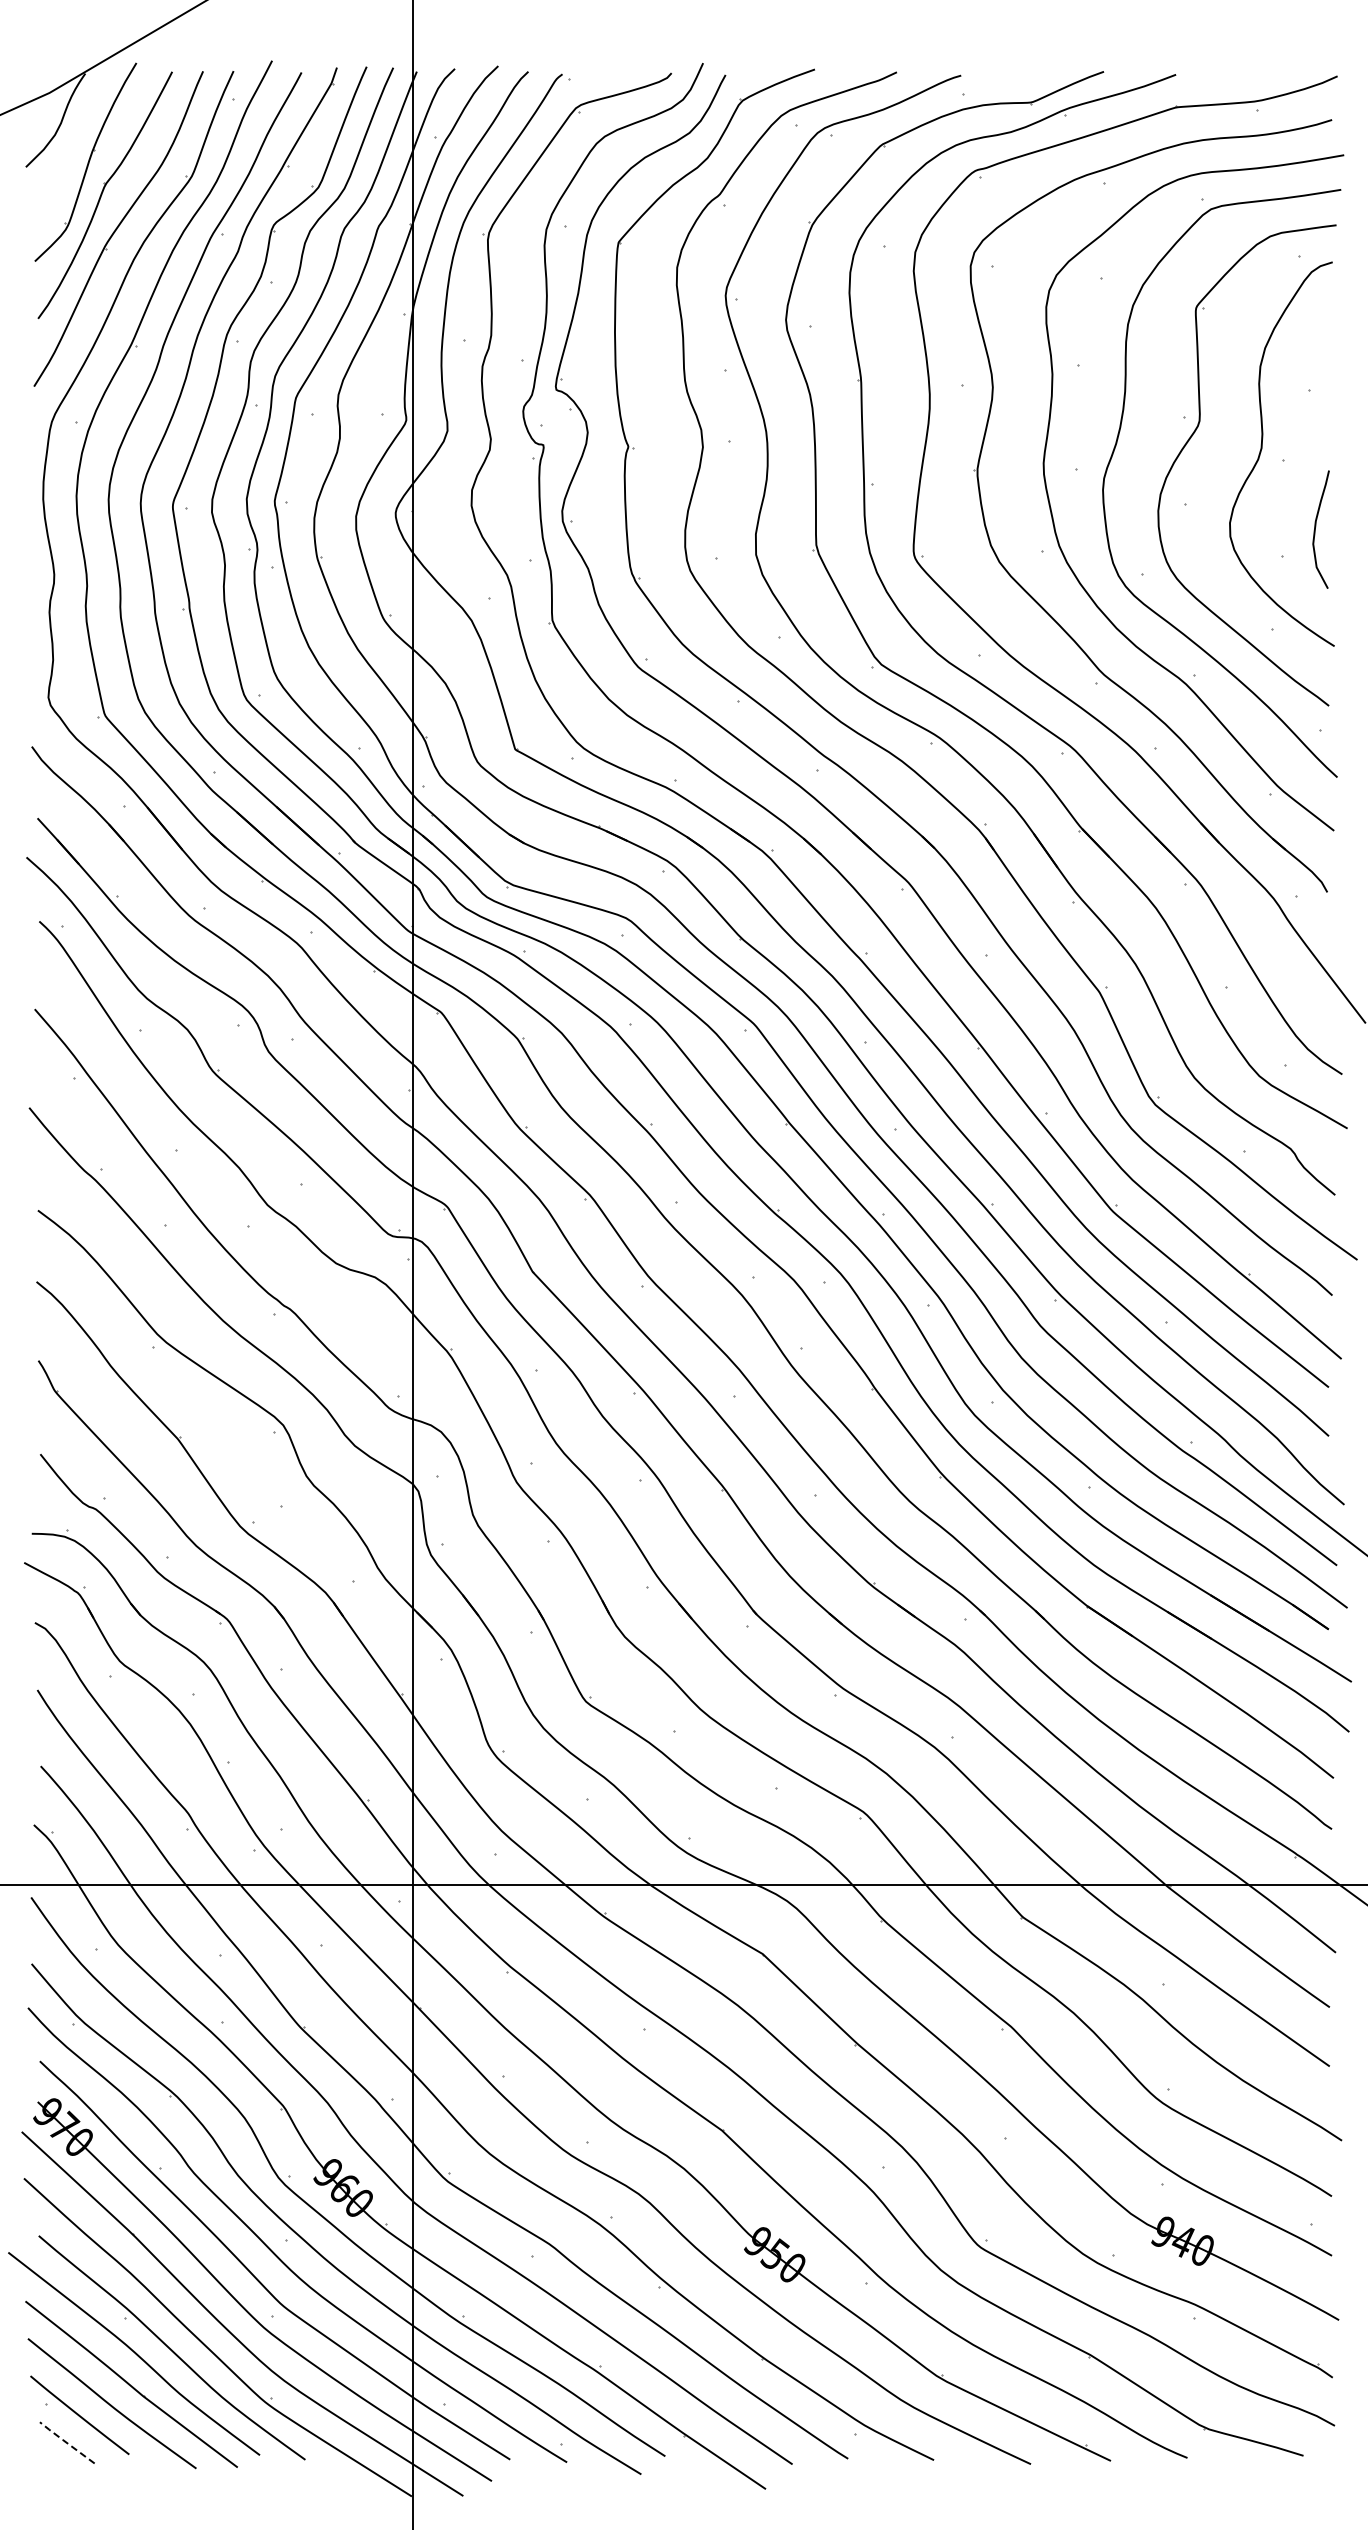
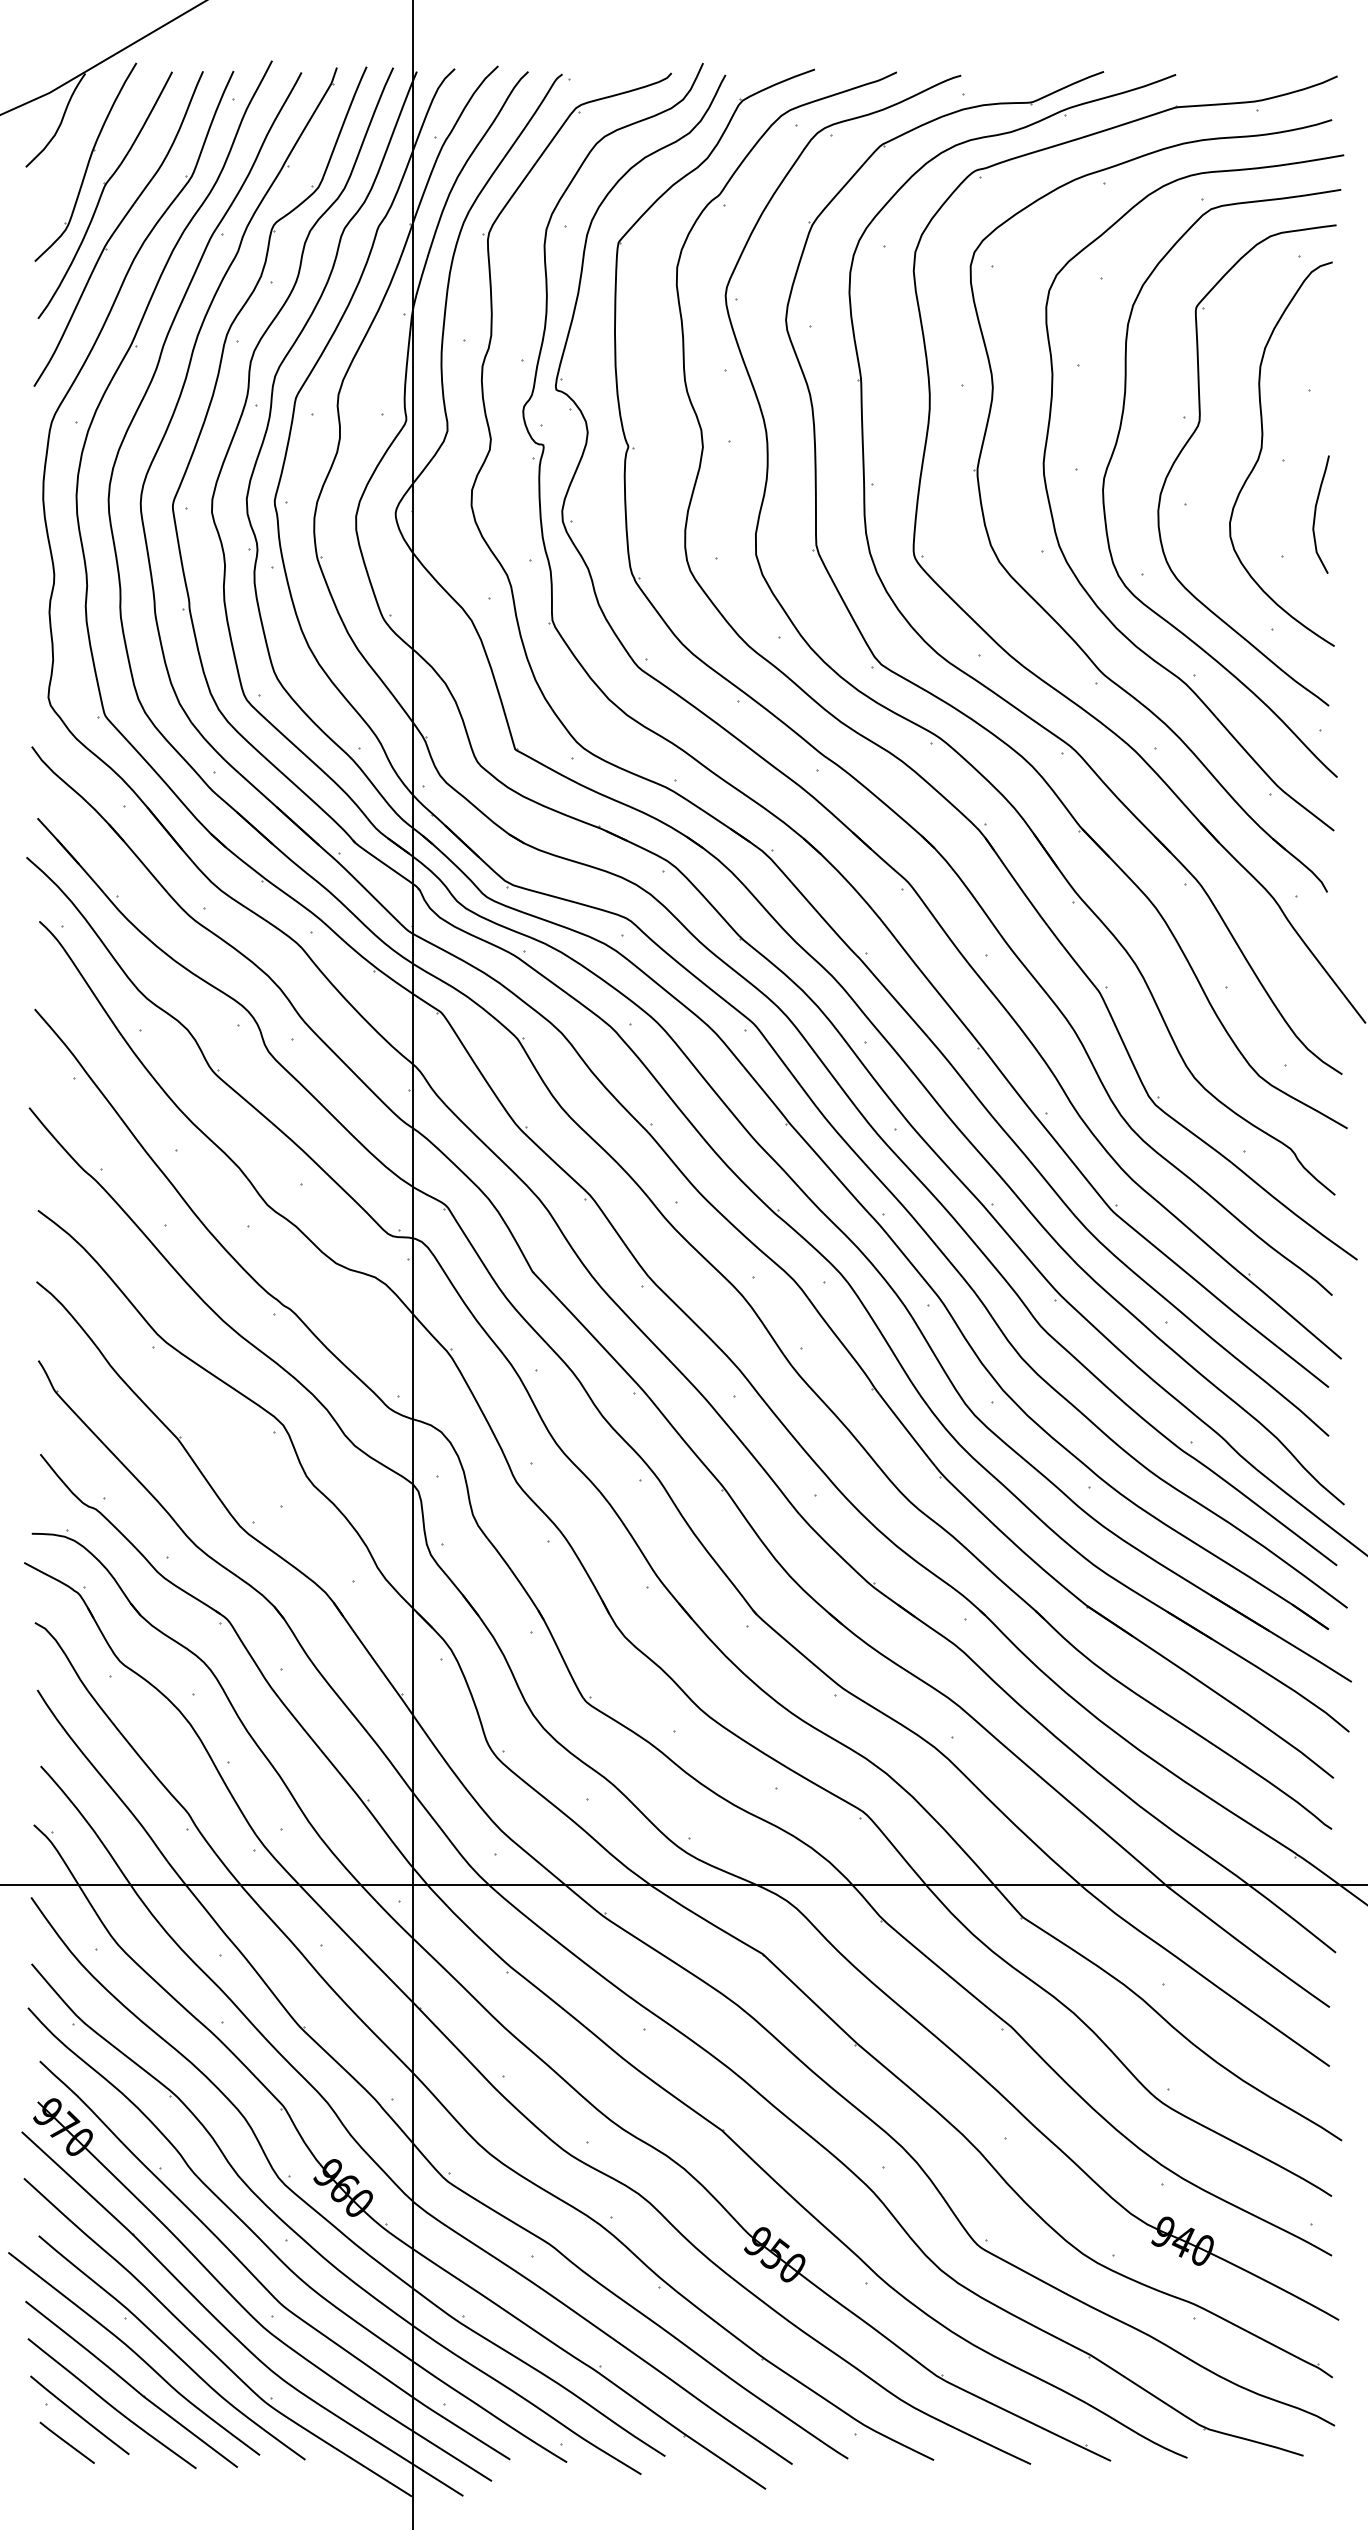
curve at (1316, 526) position: (1316, 526) -> (1316, 511)
line at (65, 2442): dashed -> solid
